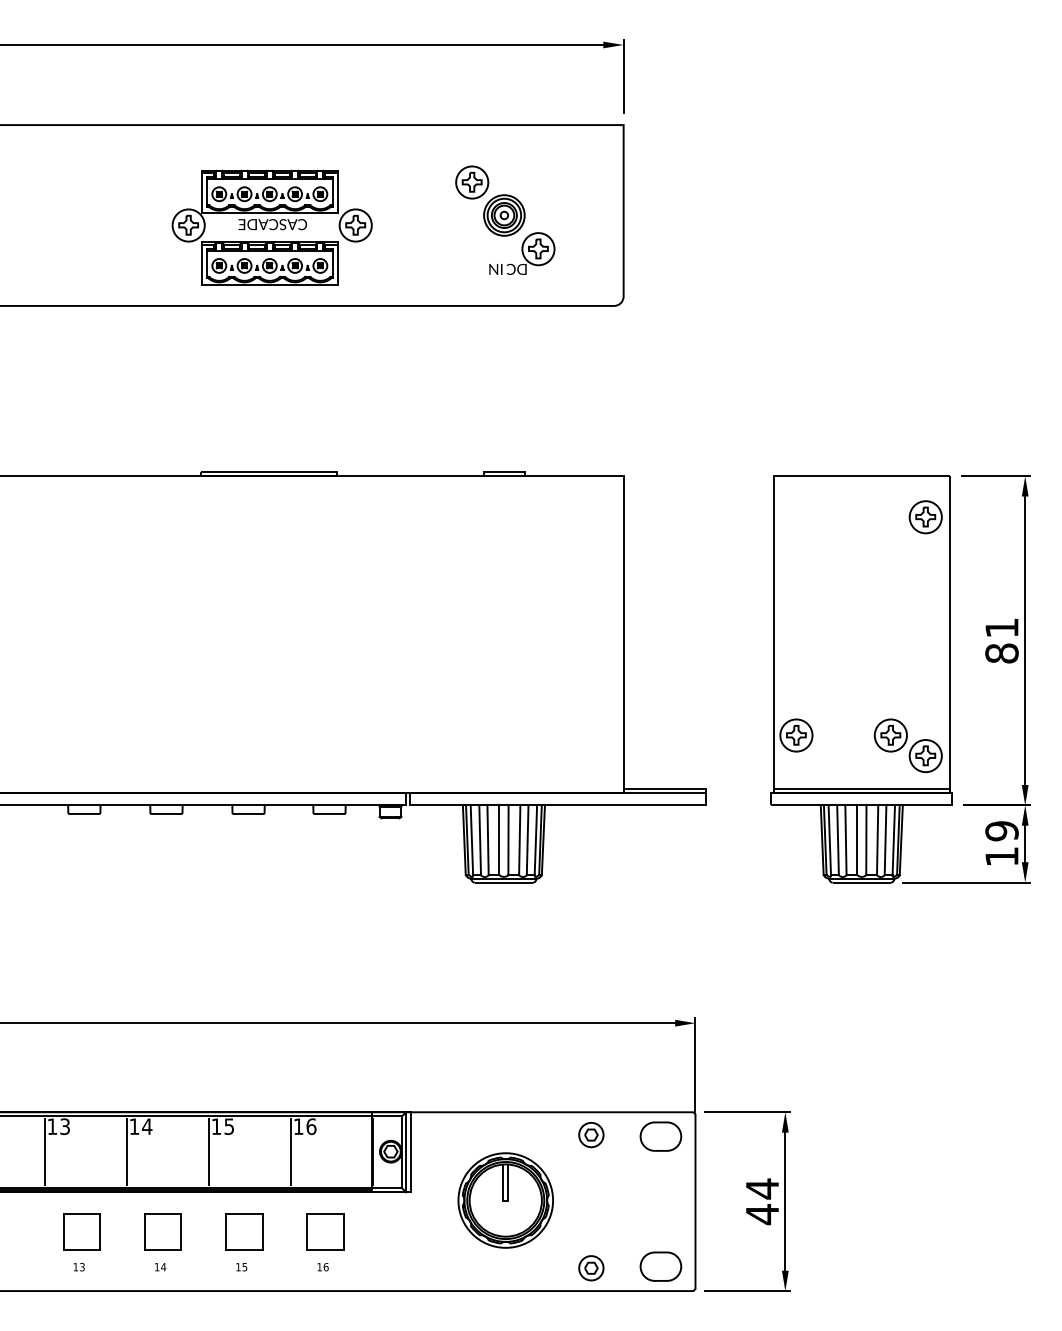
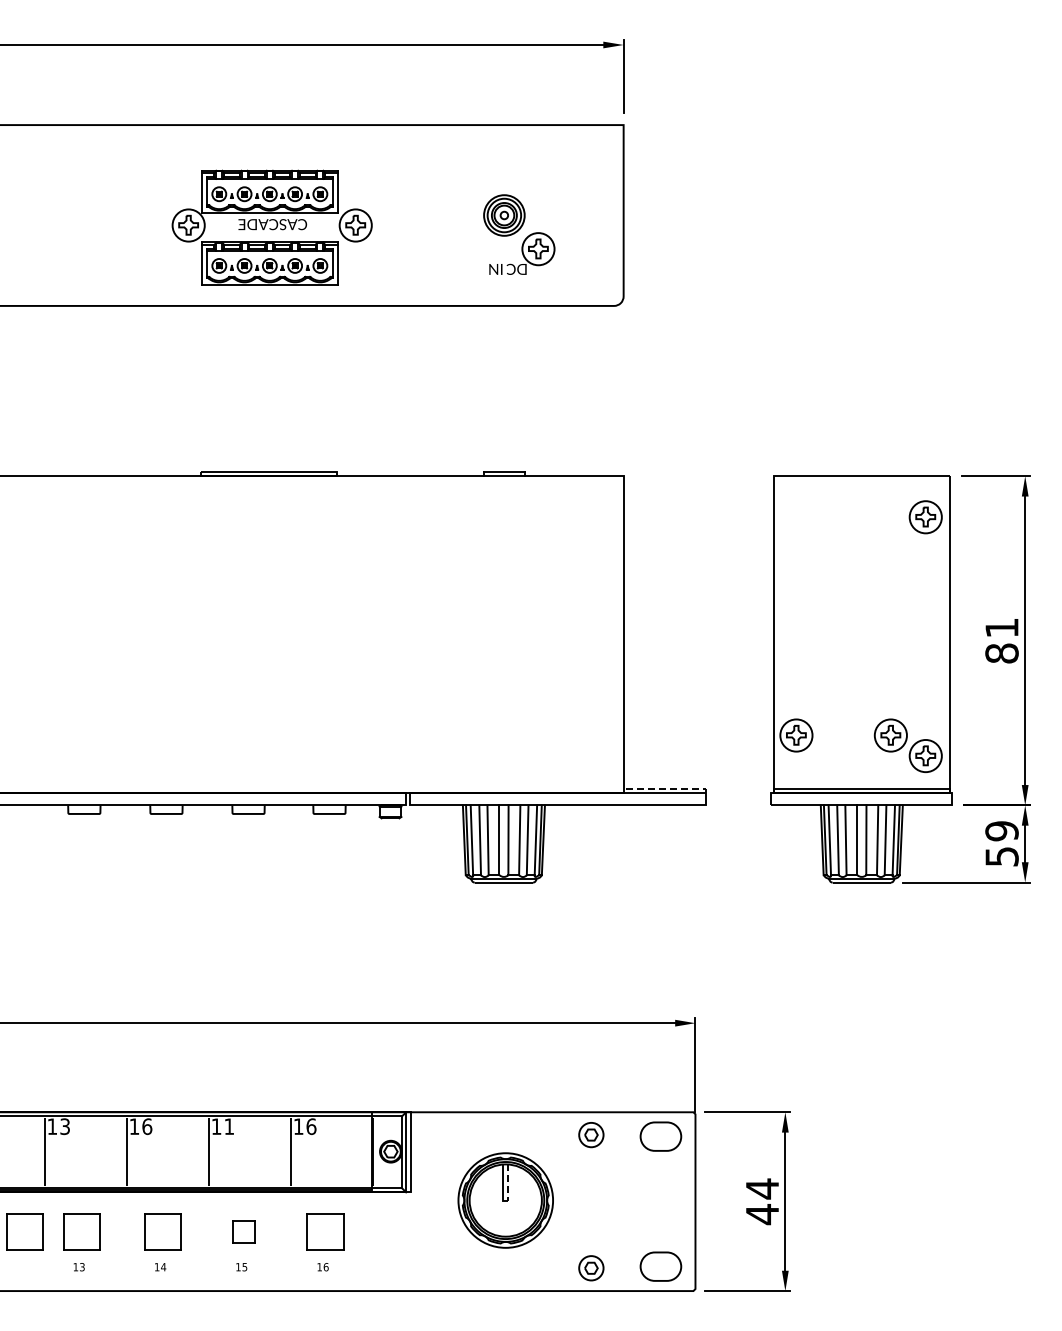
part at (472, 182): present -> none
line at (667, 788): solid -> dashed
text at (1001, 856): 19 -> 59
text at (147, 1126): 14 -> 16
text at (228, 1126): 15 -> 11
line at (508, 1184): solid -> dashed
part at (24, 1231): none -> present
part at (244, 1231) size: 39x38 px -> 24x24 px
